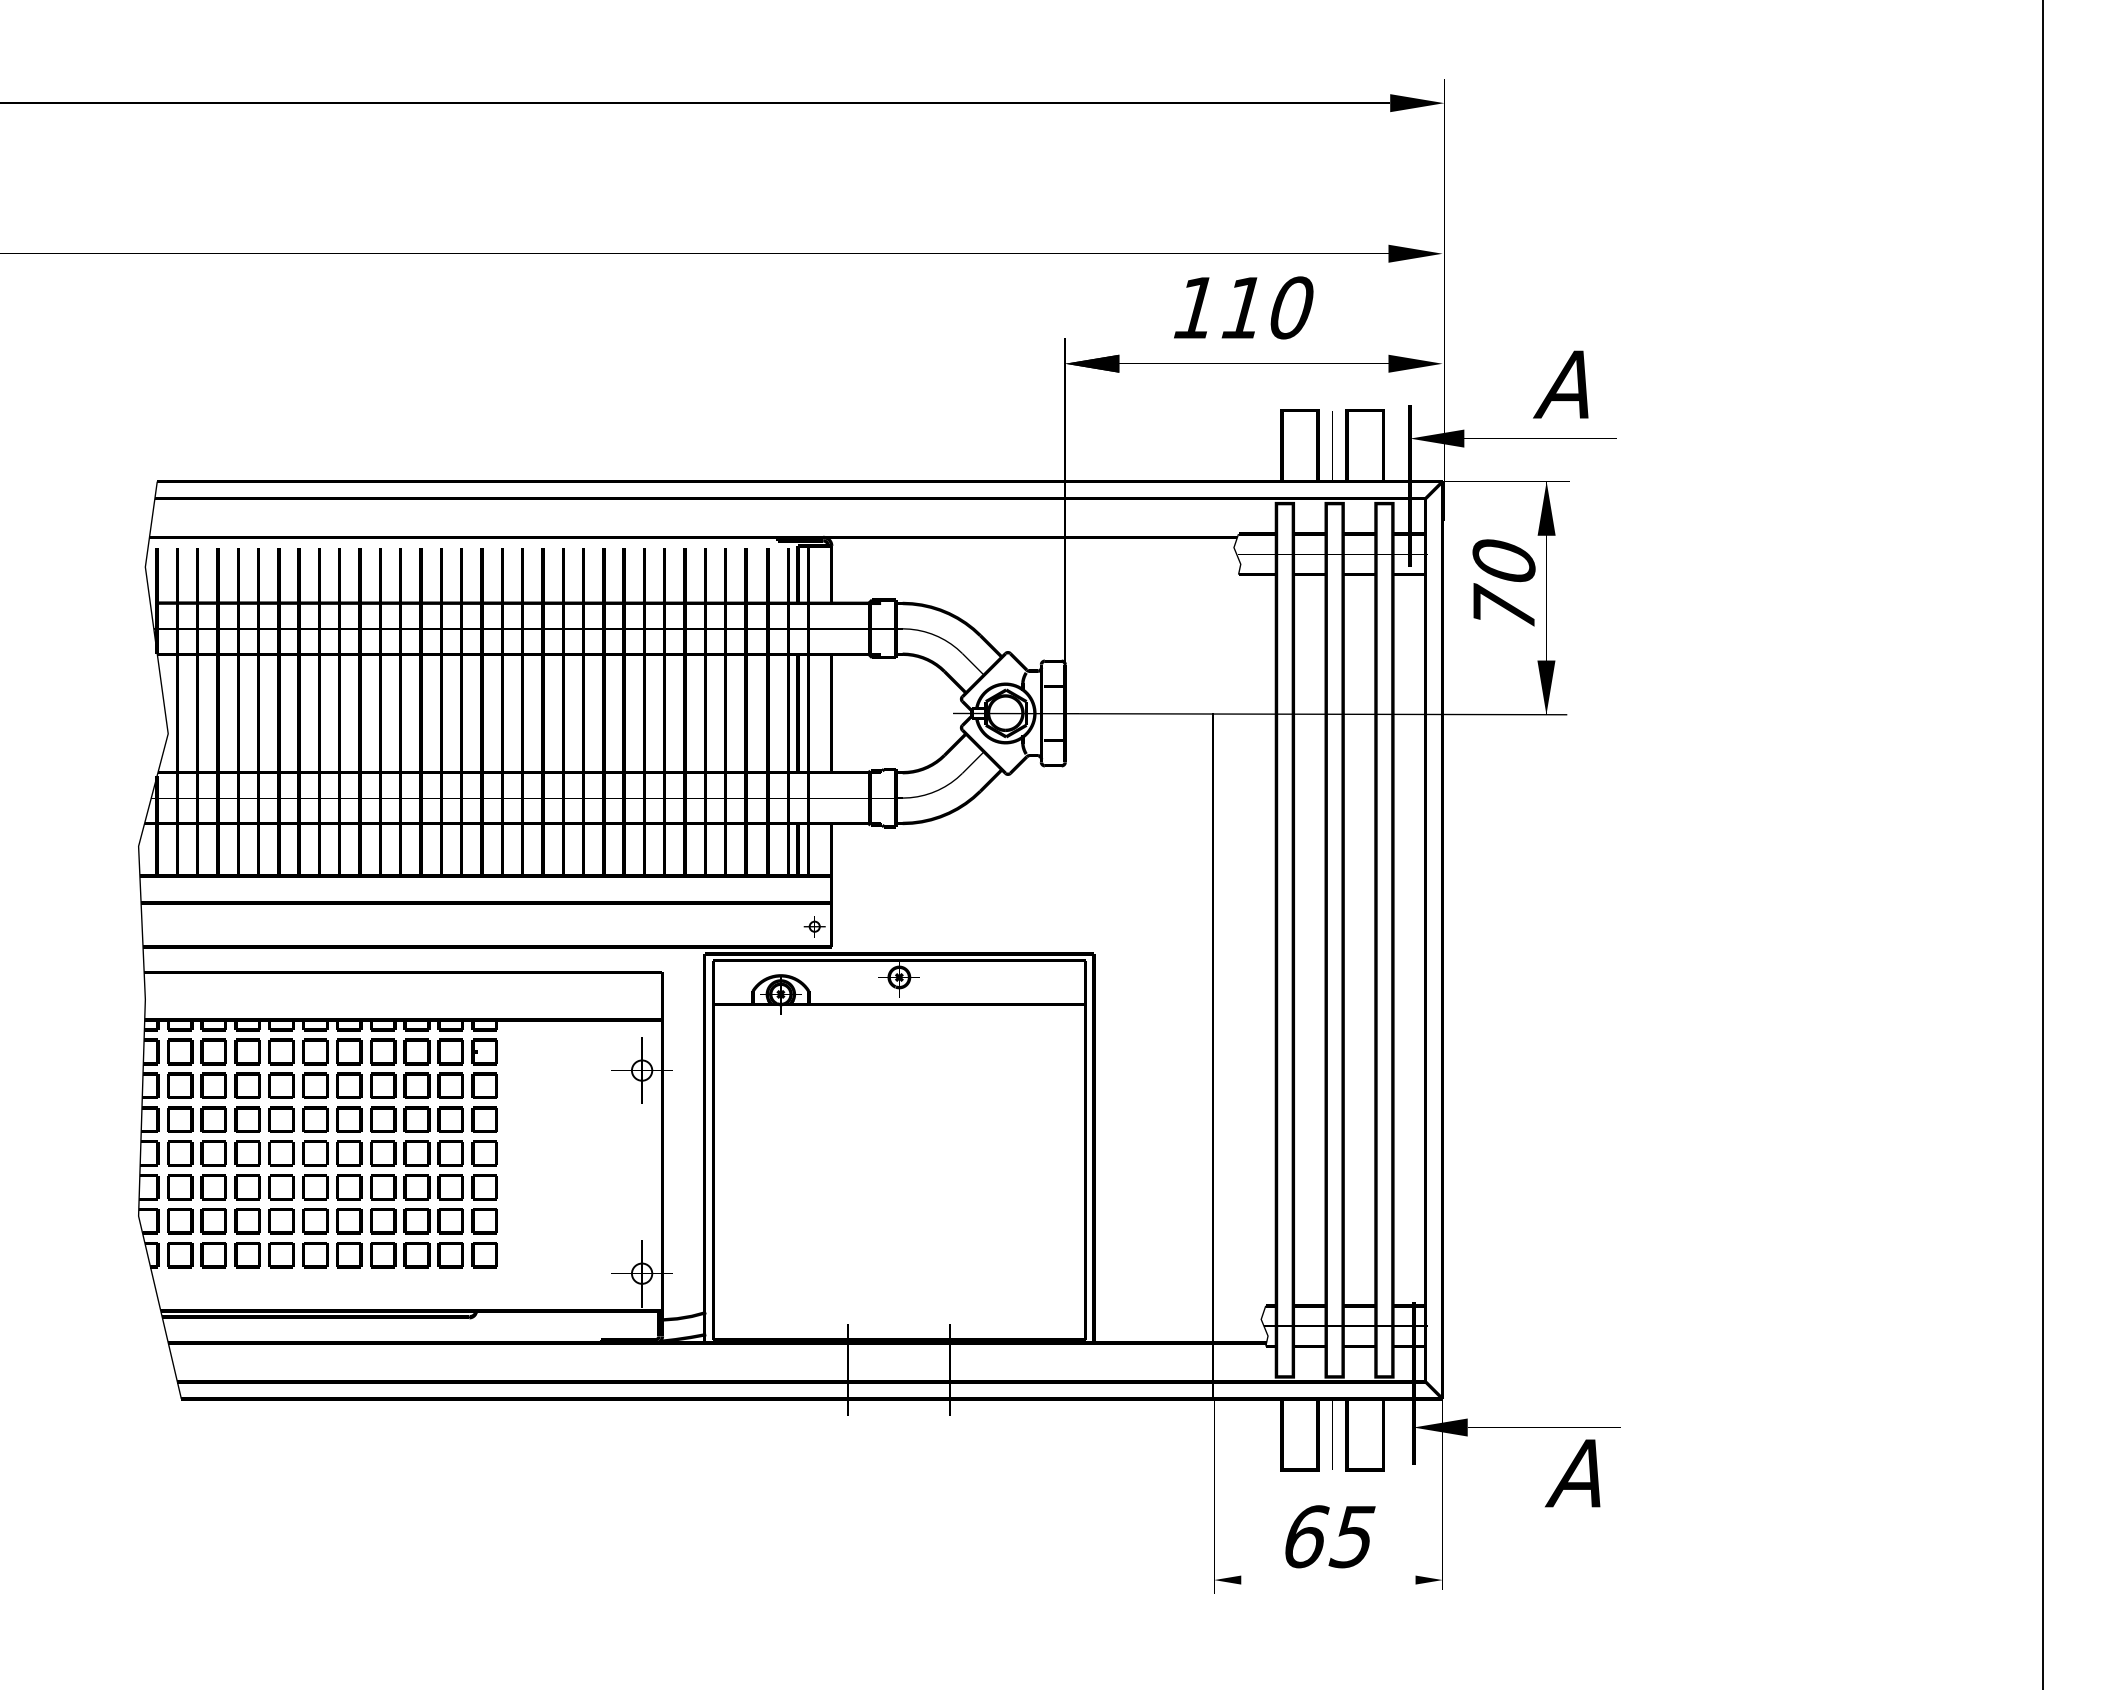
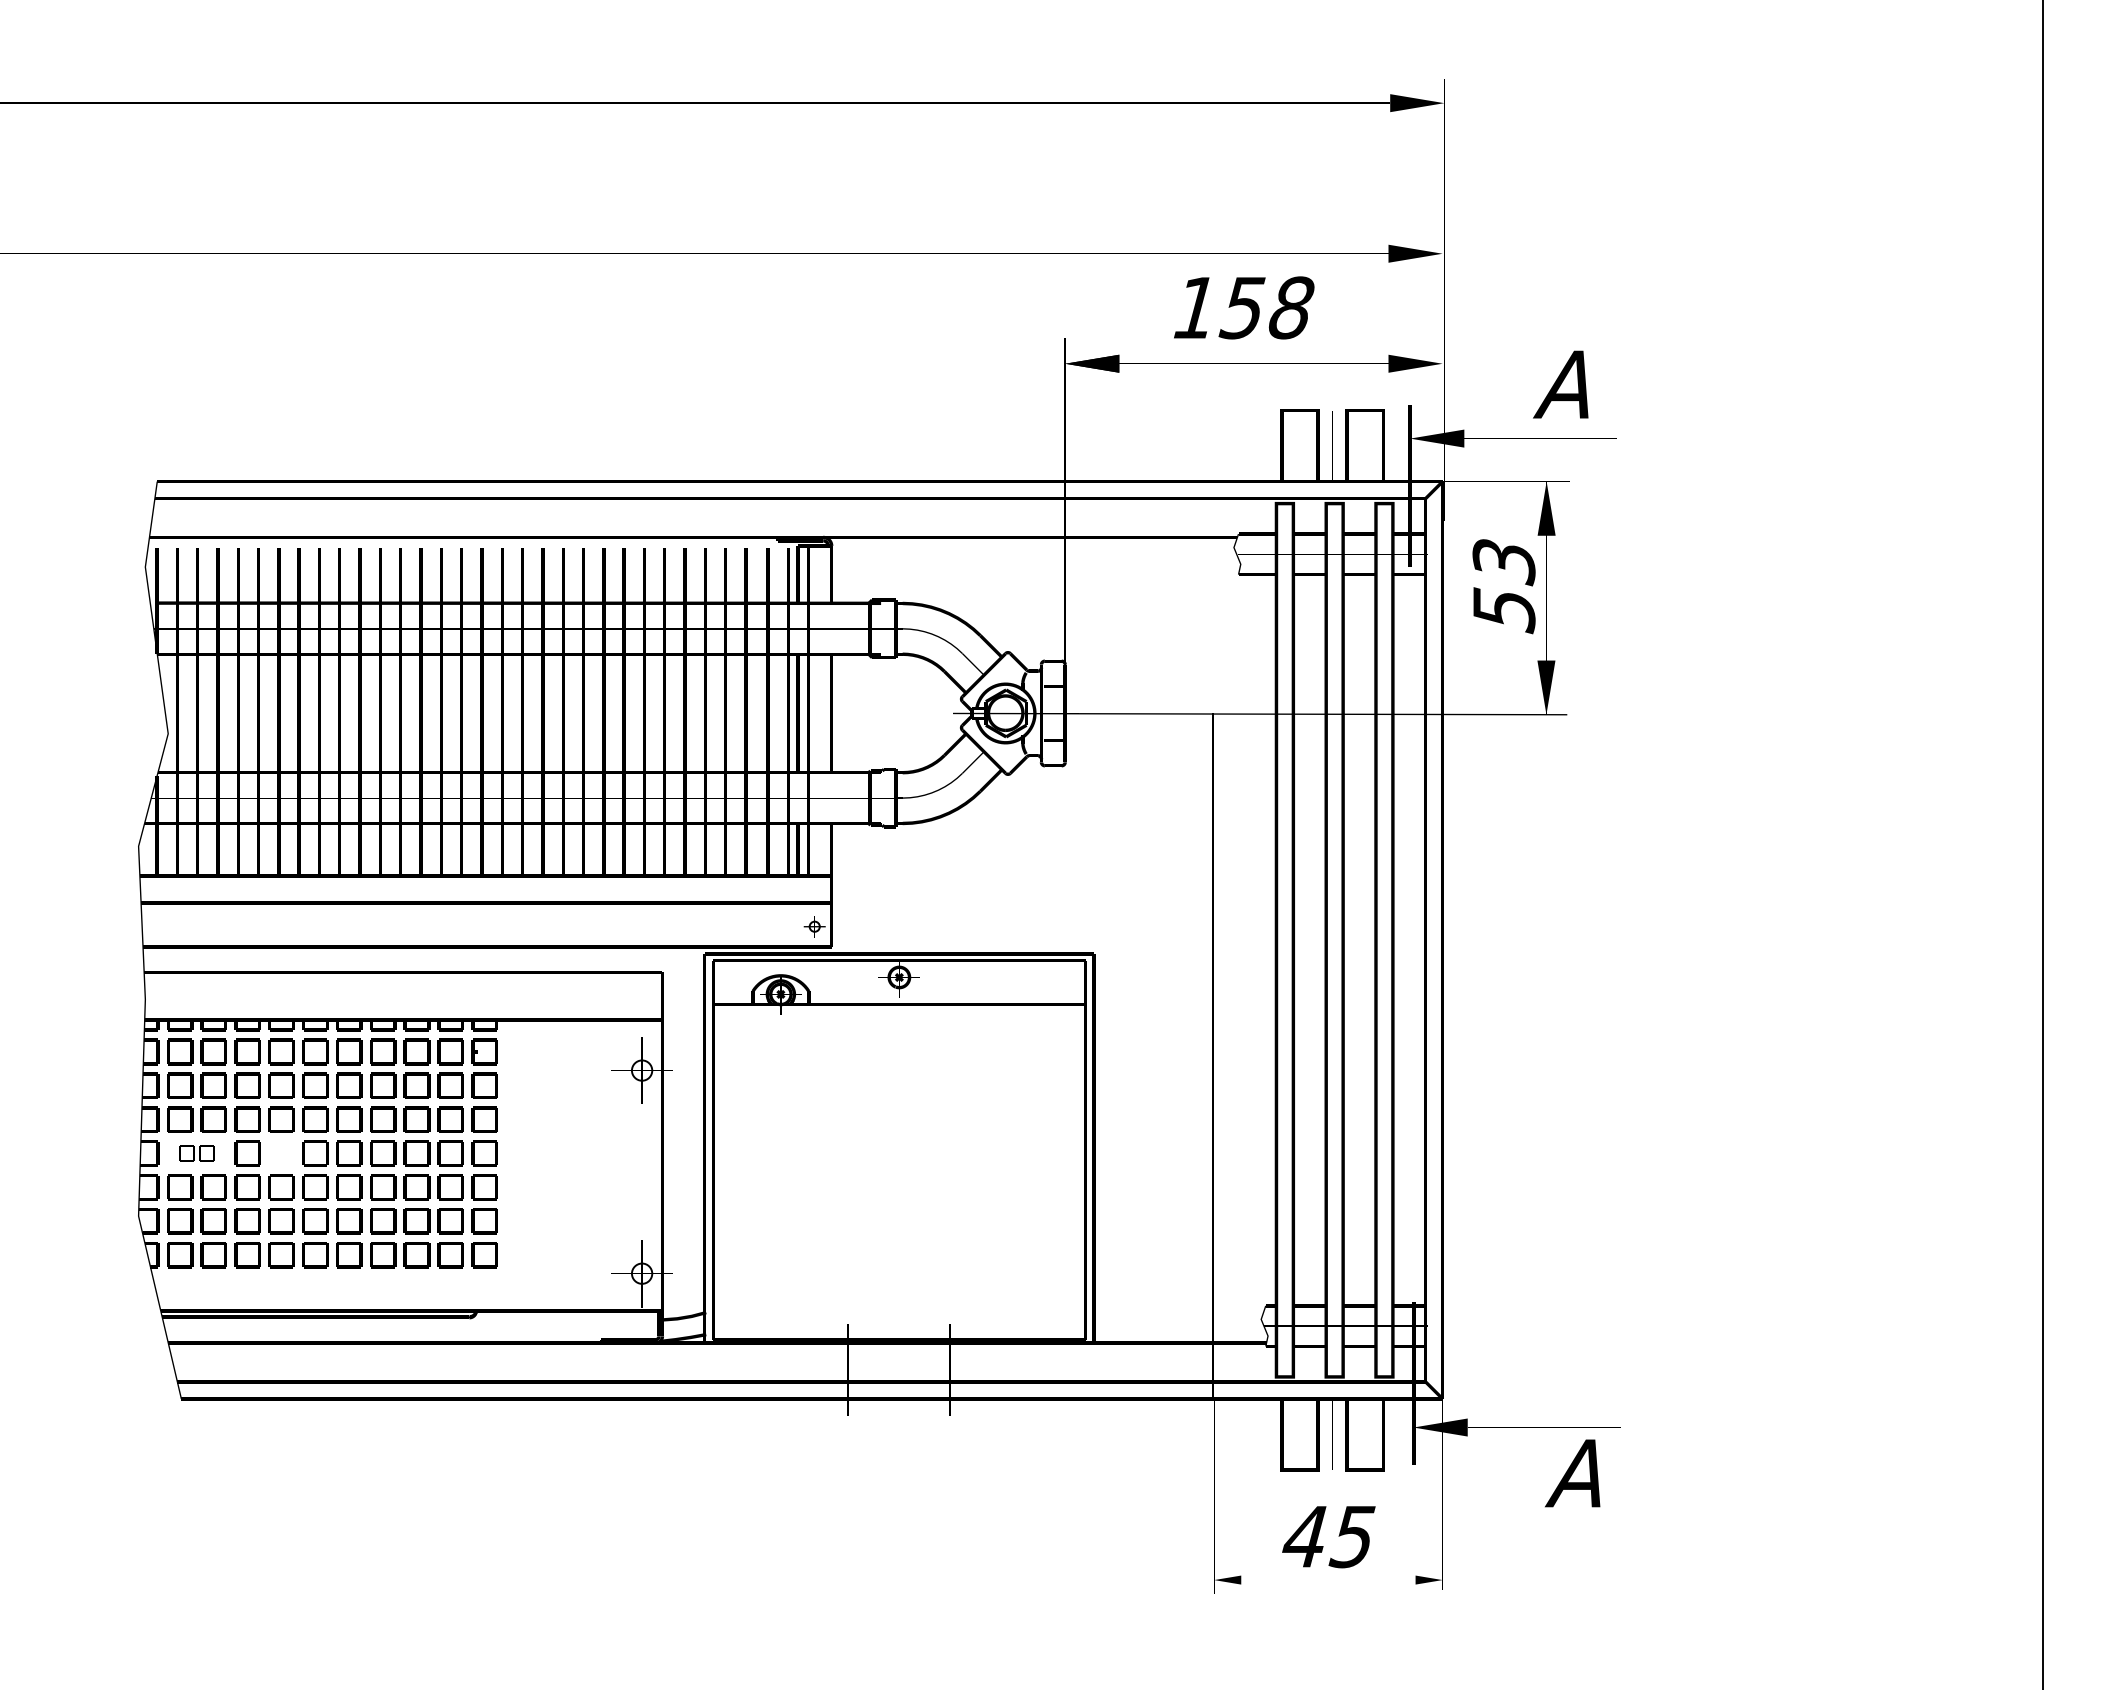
text at (1266, 307): 110 -> 158
text at (1503, 586): 70 -> 53
part at (196, 1153) size: 60x27 px -> 36x17 px
part at (281, 1153): present -> none
text at (1305, 1536): 65 -> 45
